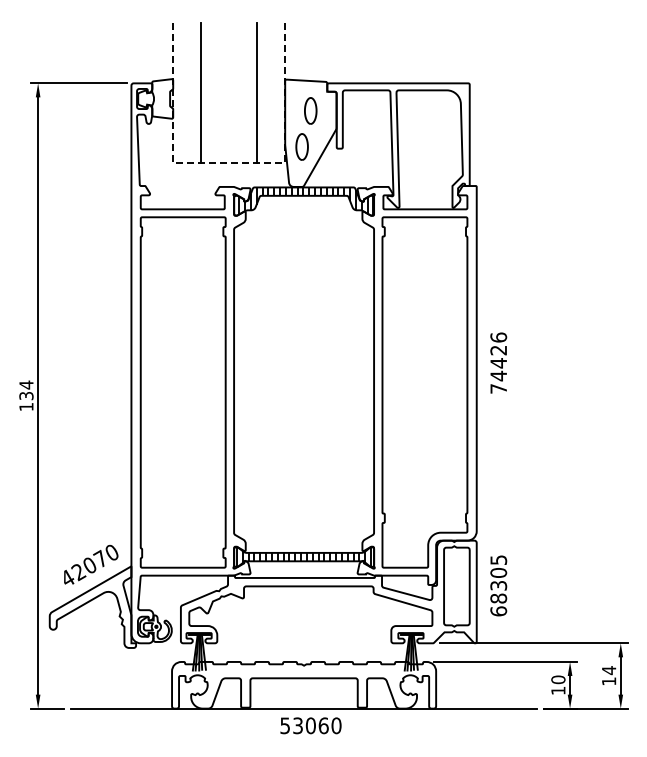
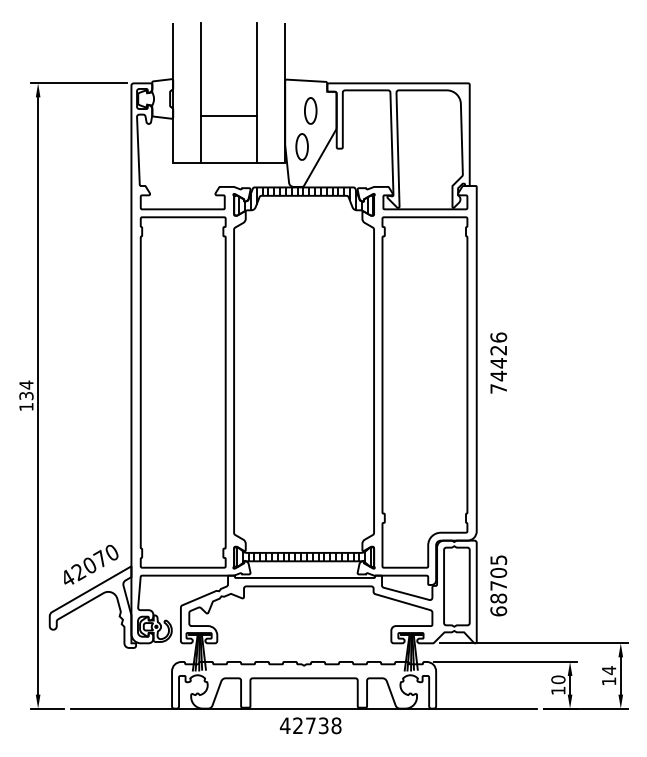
line at (229, 116): none -> present
line at (229, 162): dashed -> solid
text at (498, 585): 68305 -> 68705
text at (310, 725): 53060 -> 42738
